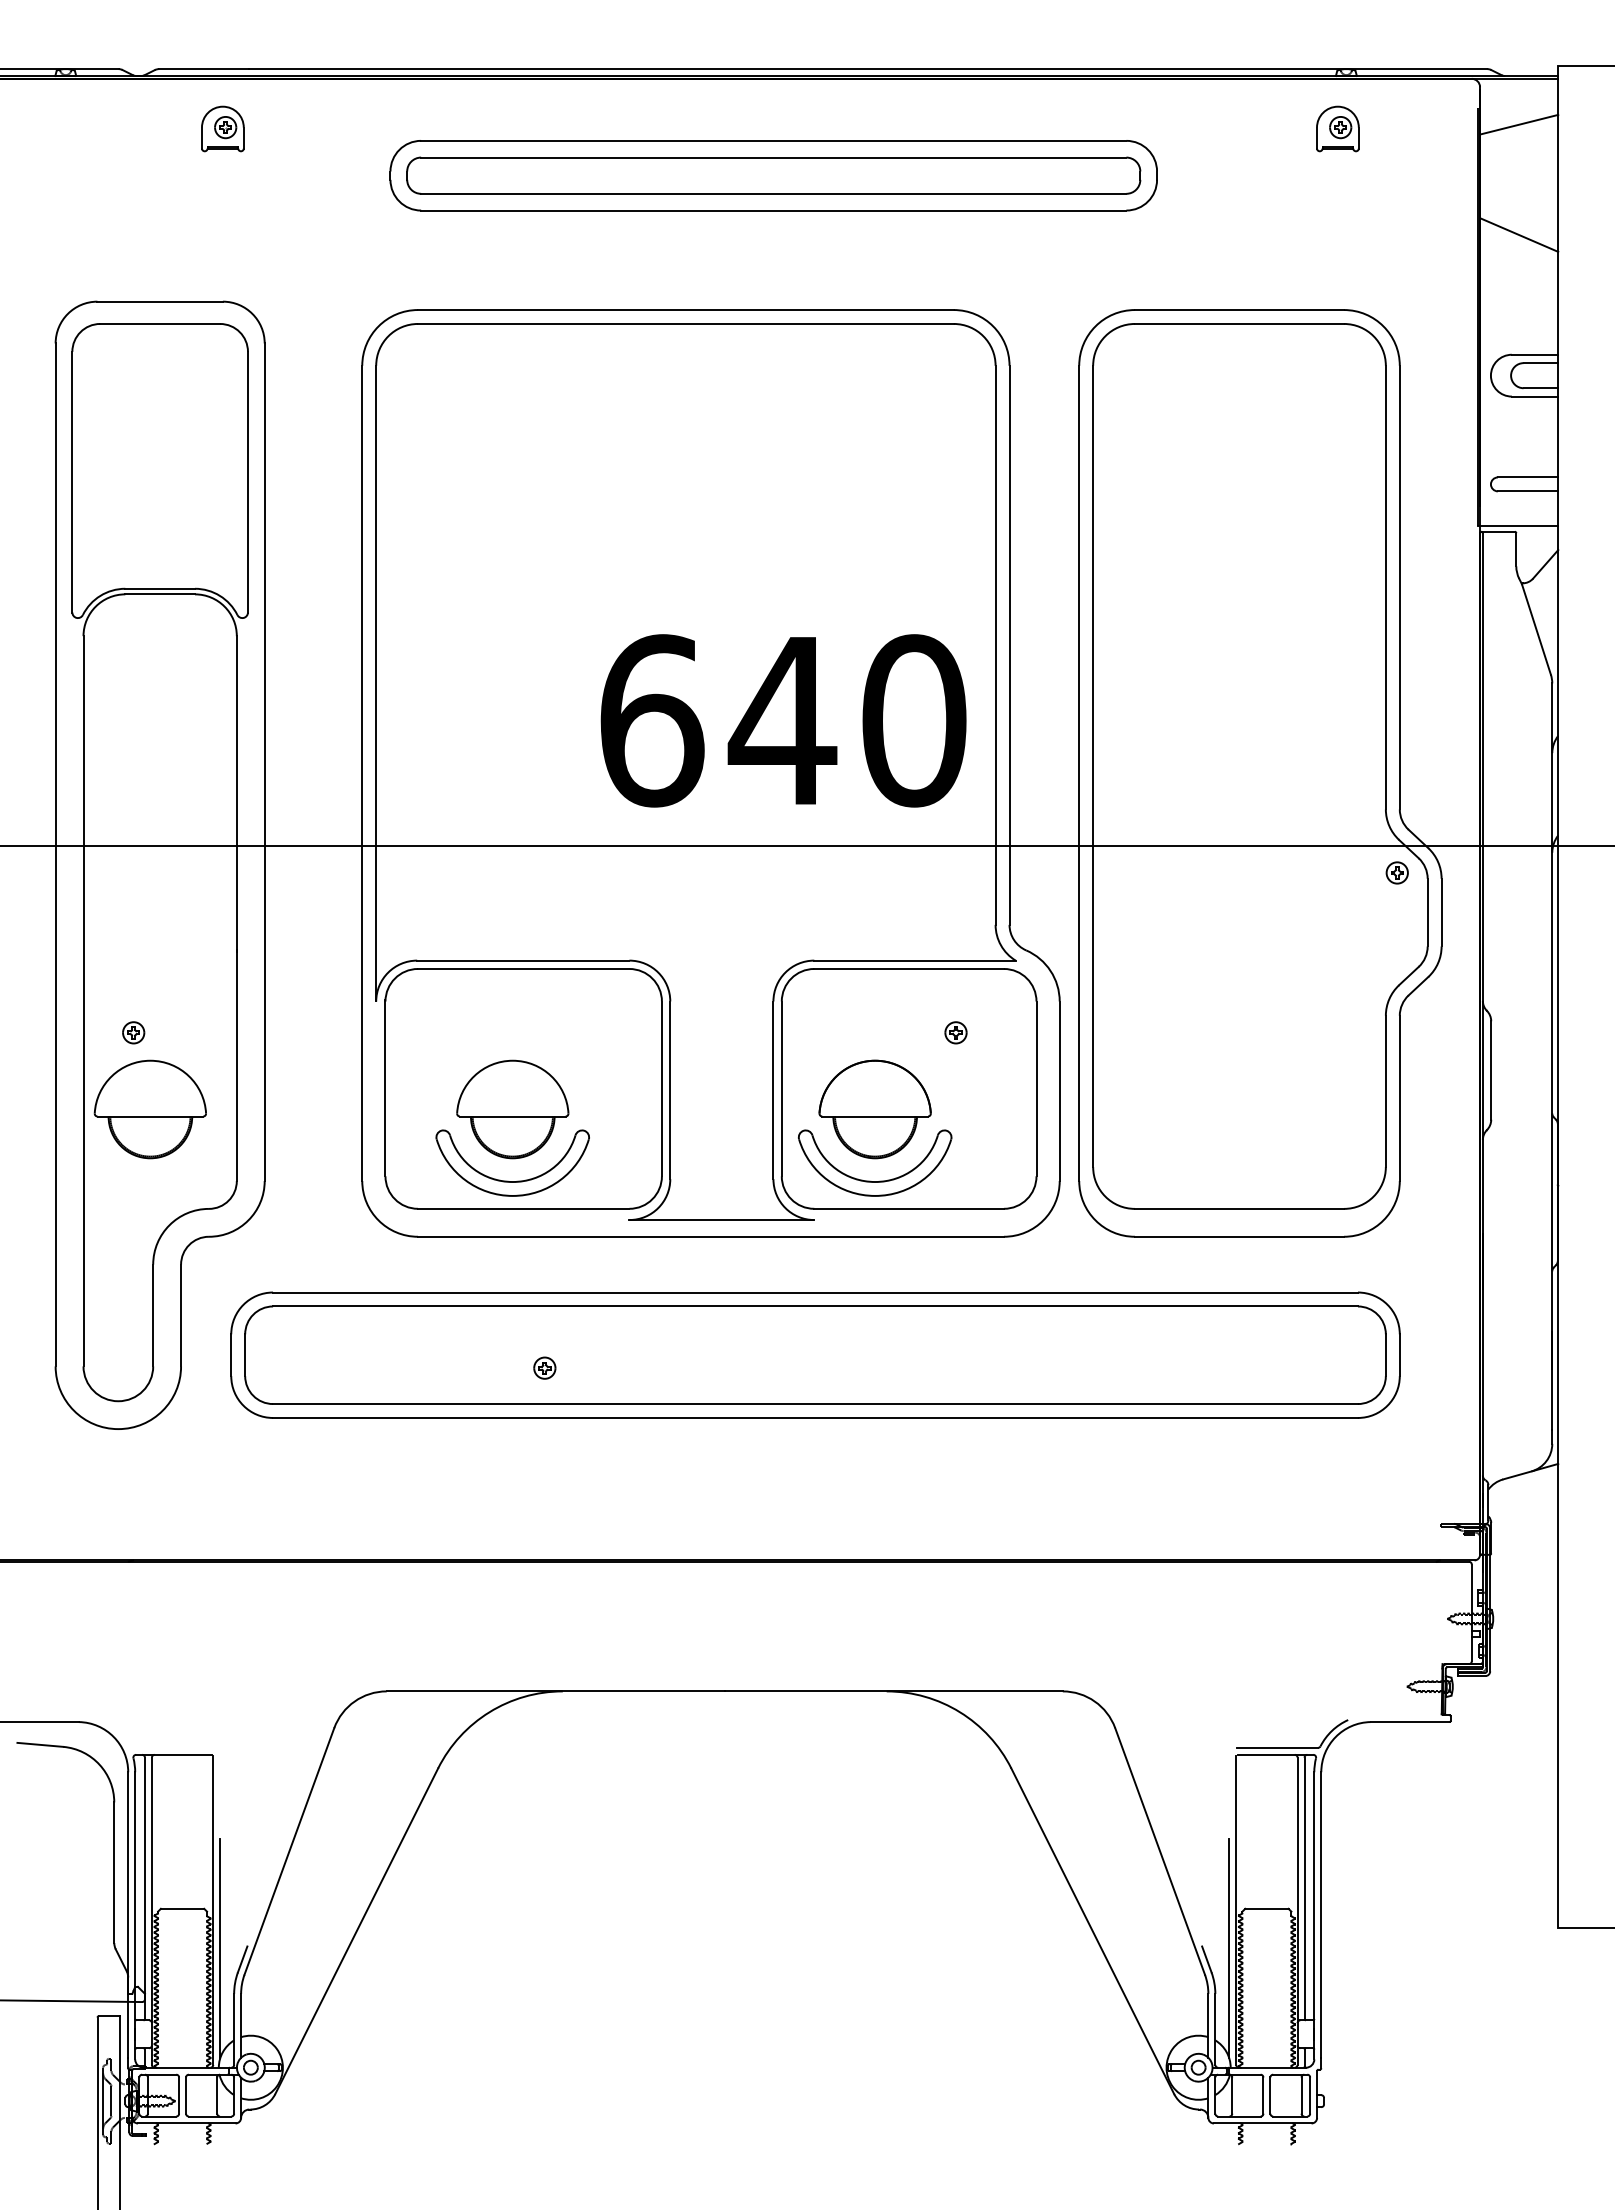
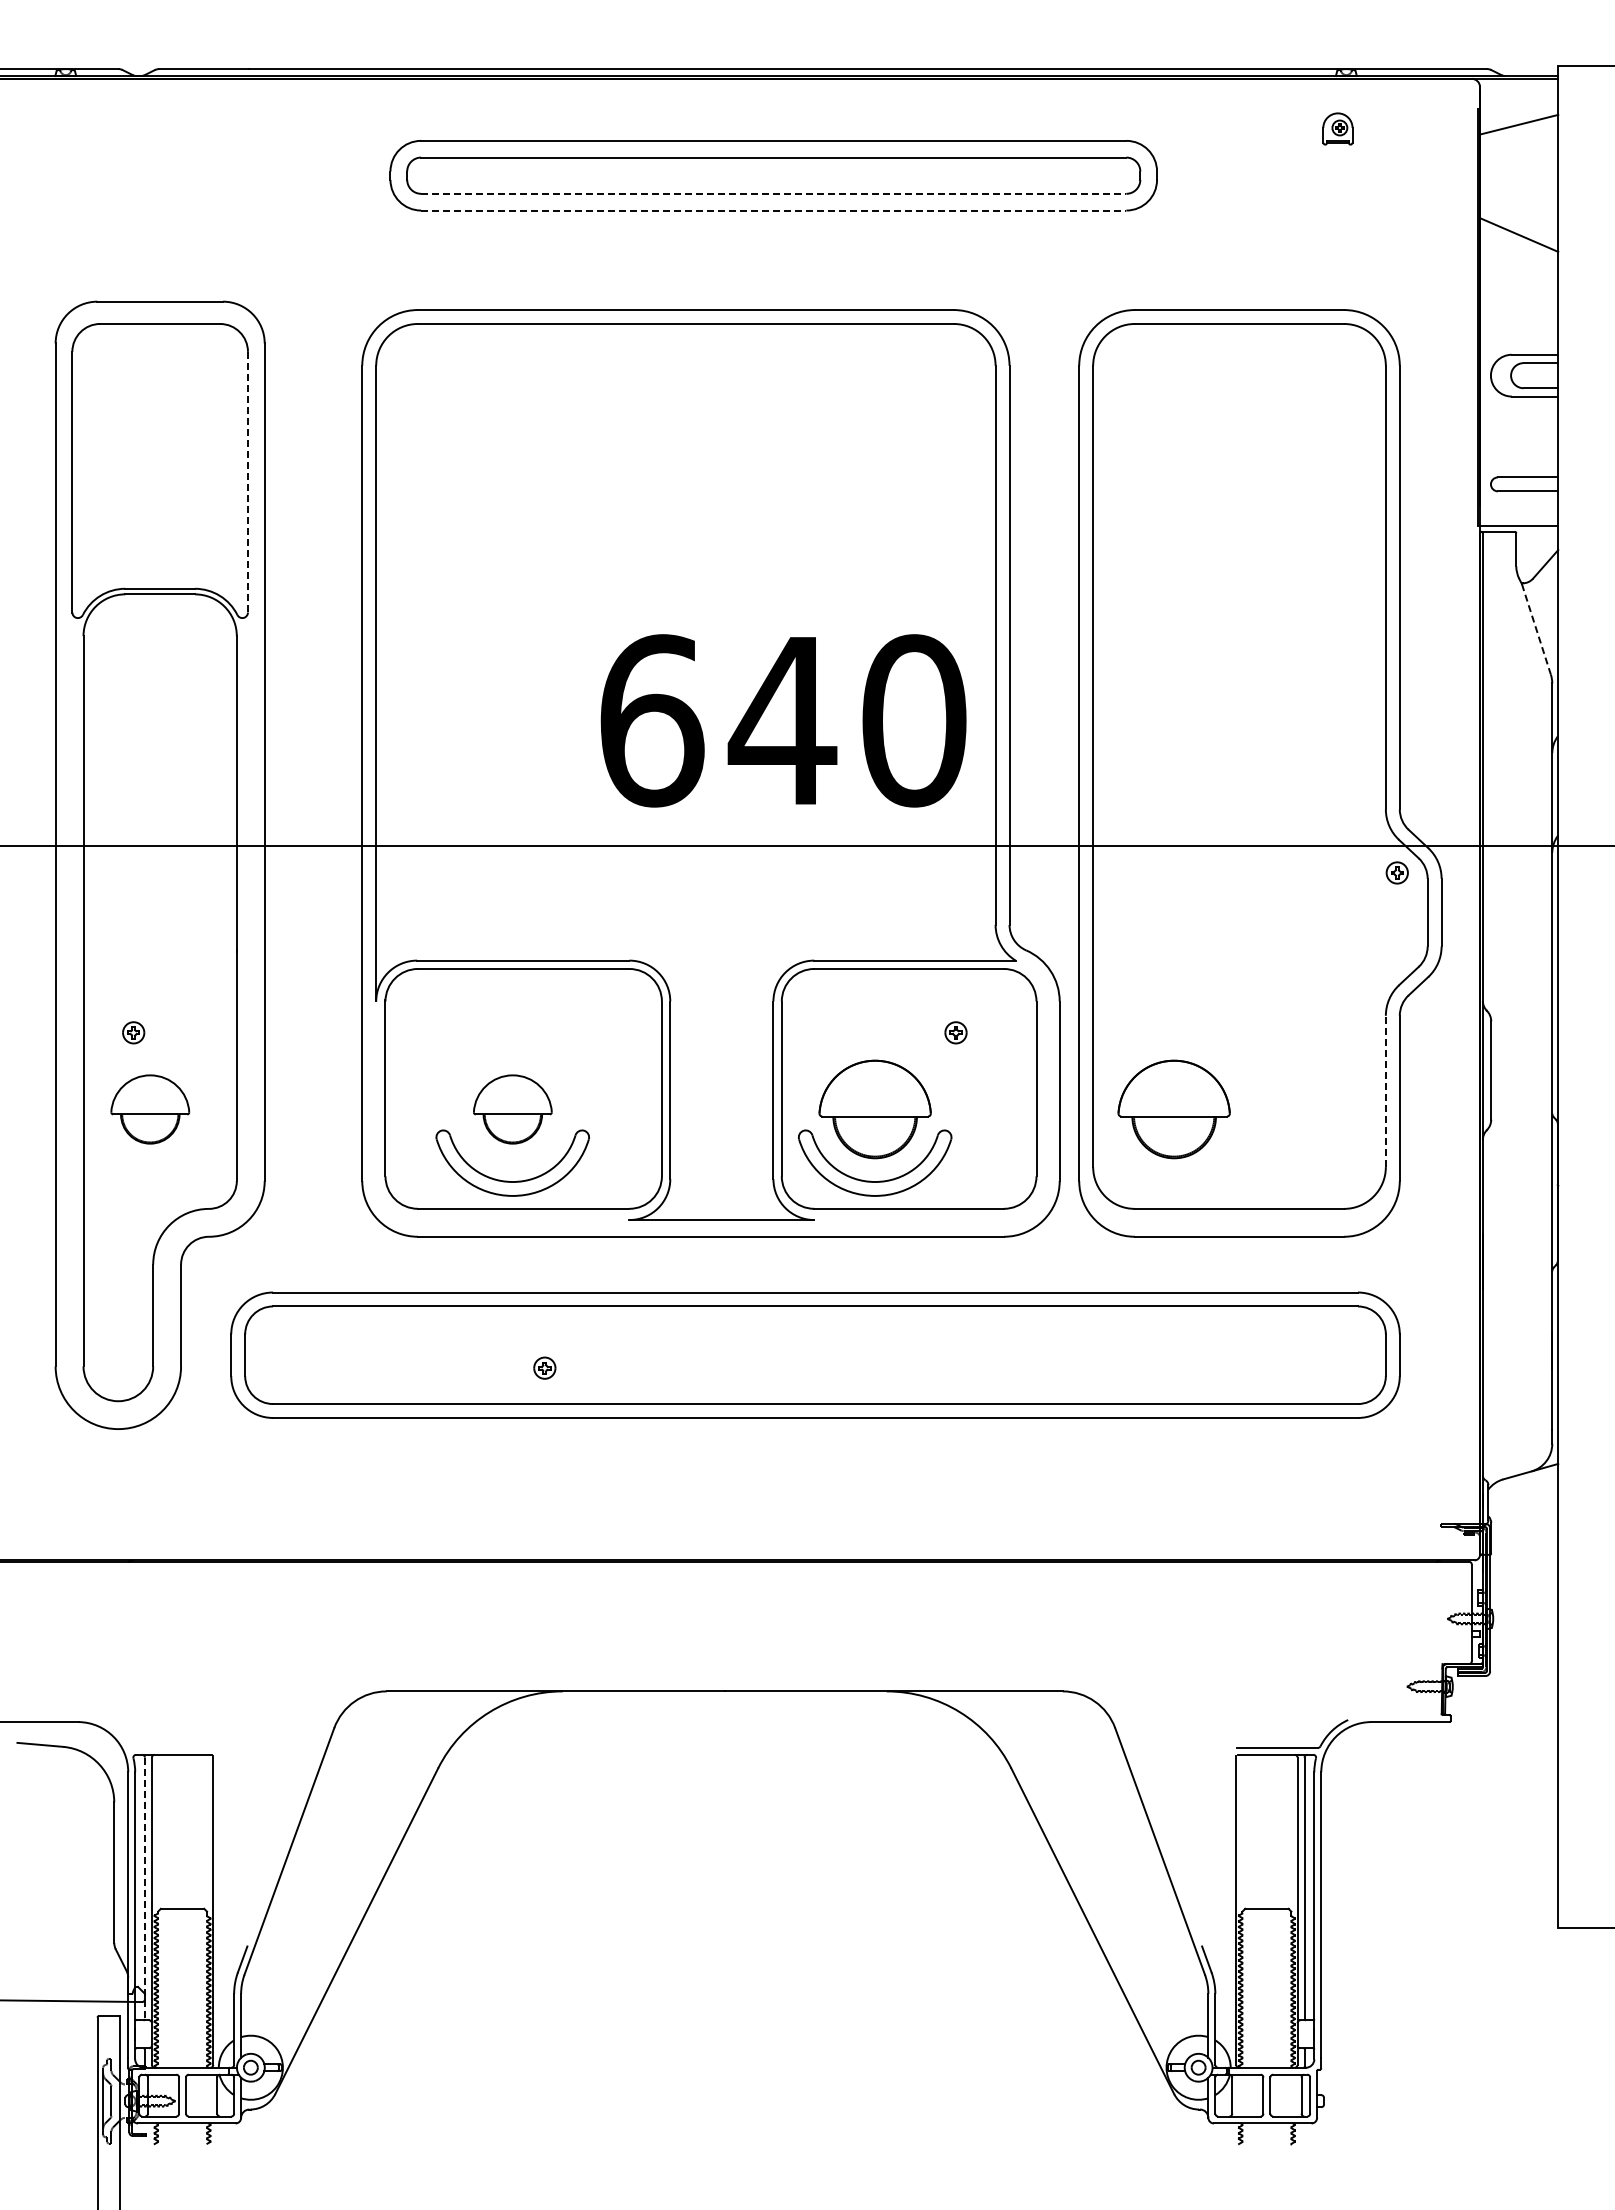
part at (222, 128): present -> none
part at (1337, 128) size: 44x48 px -> 32x34 px
line at (773, 193): solid -> dashed
line at (773, 210): solid -> dashed
line at (247, 482): solid -> dashed
line at (1536, 629): solid -> dashed
line at (1385, 1091): solid -> dashed
part at (149, 1109) size: 114x101 px -> 81x71 px
part at (512, 1109) size: 114x101 px -> 80x71 px
part at (1173, 1109): none -> present
line at (144, 1888): solid -> dashed
line at (220, 1948): present -> none
line at (1229, 1948): present -> none
